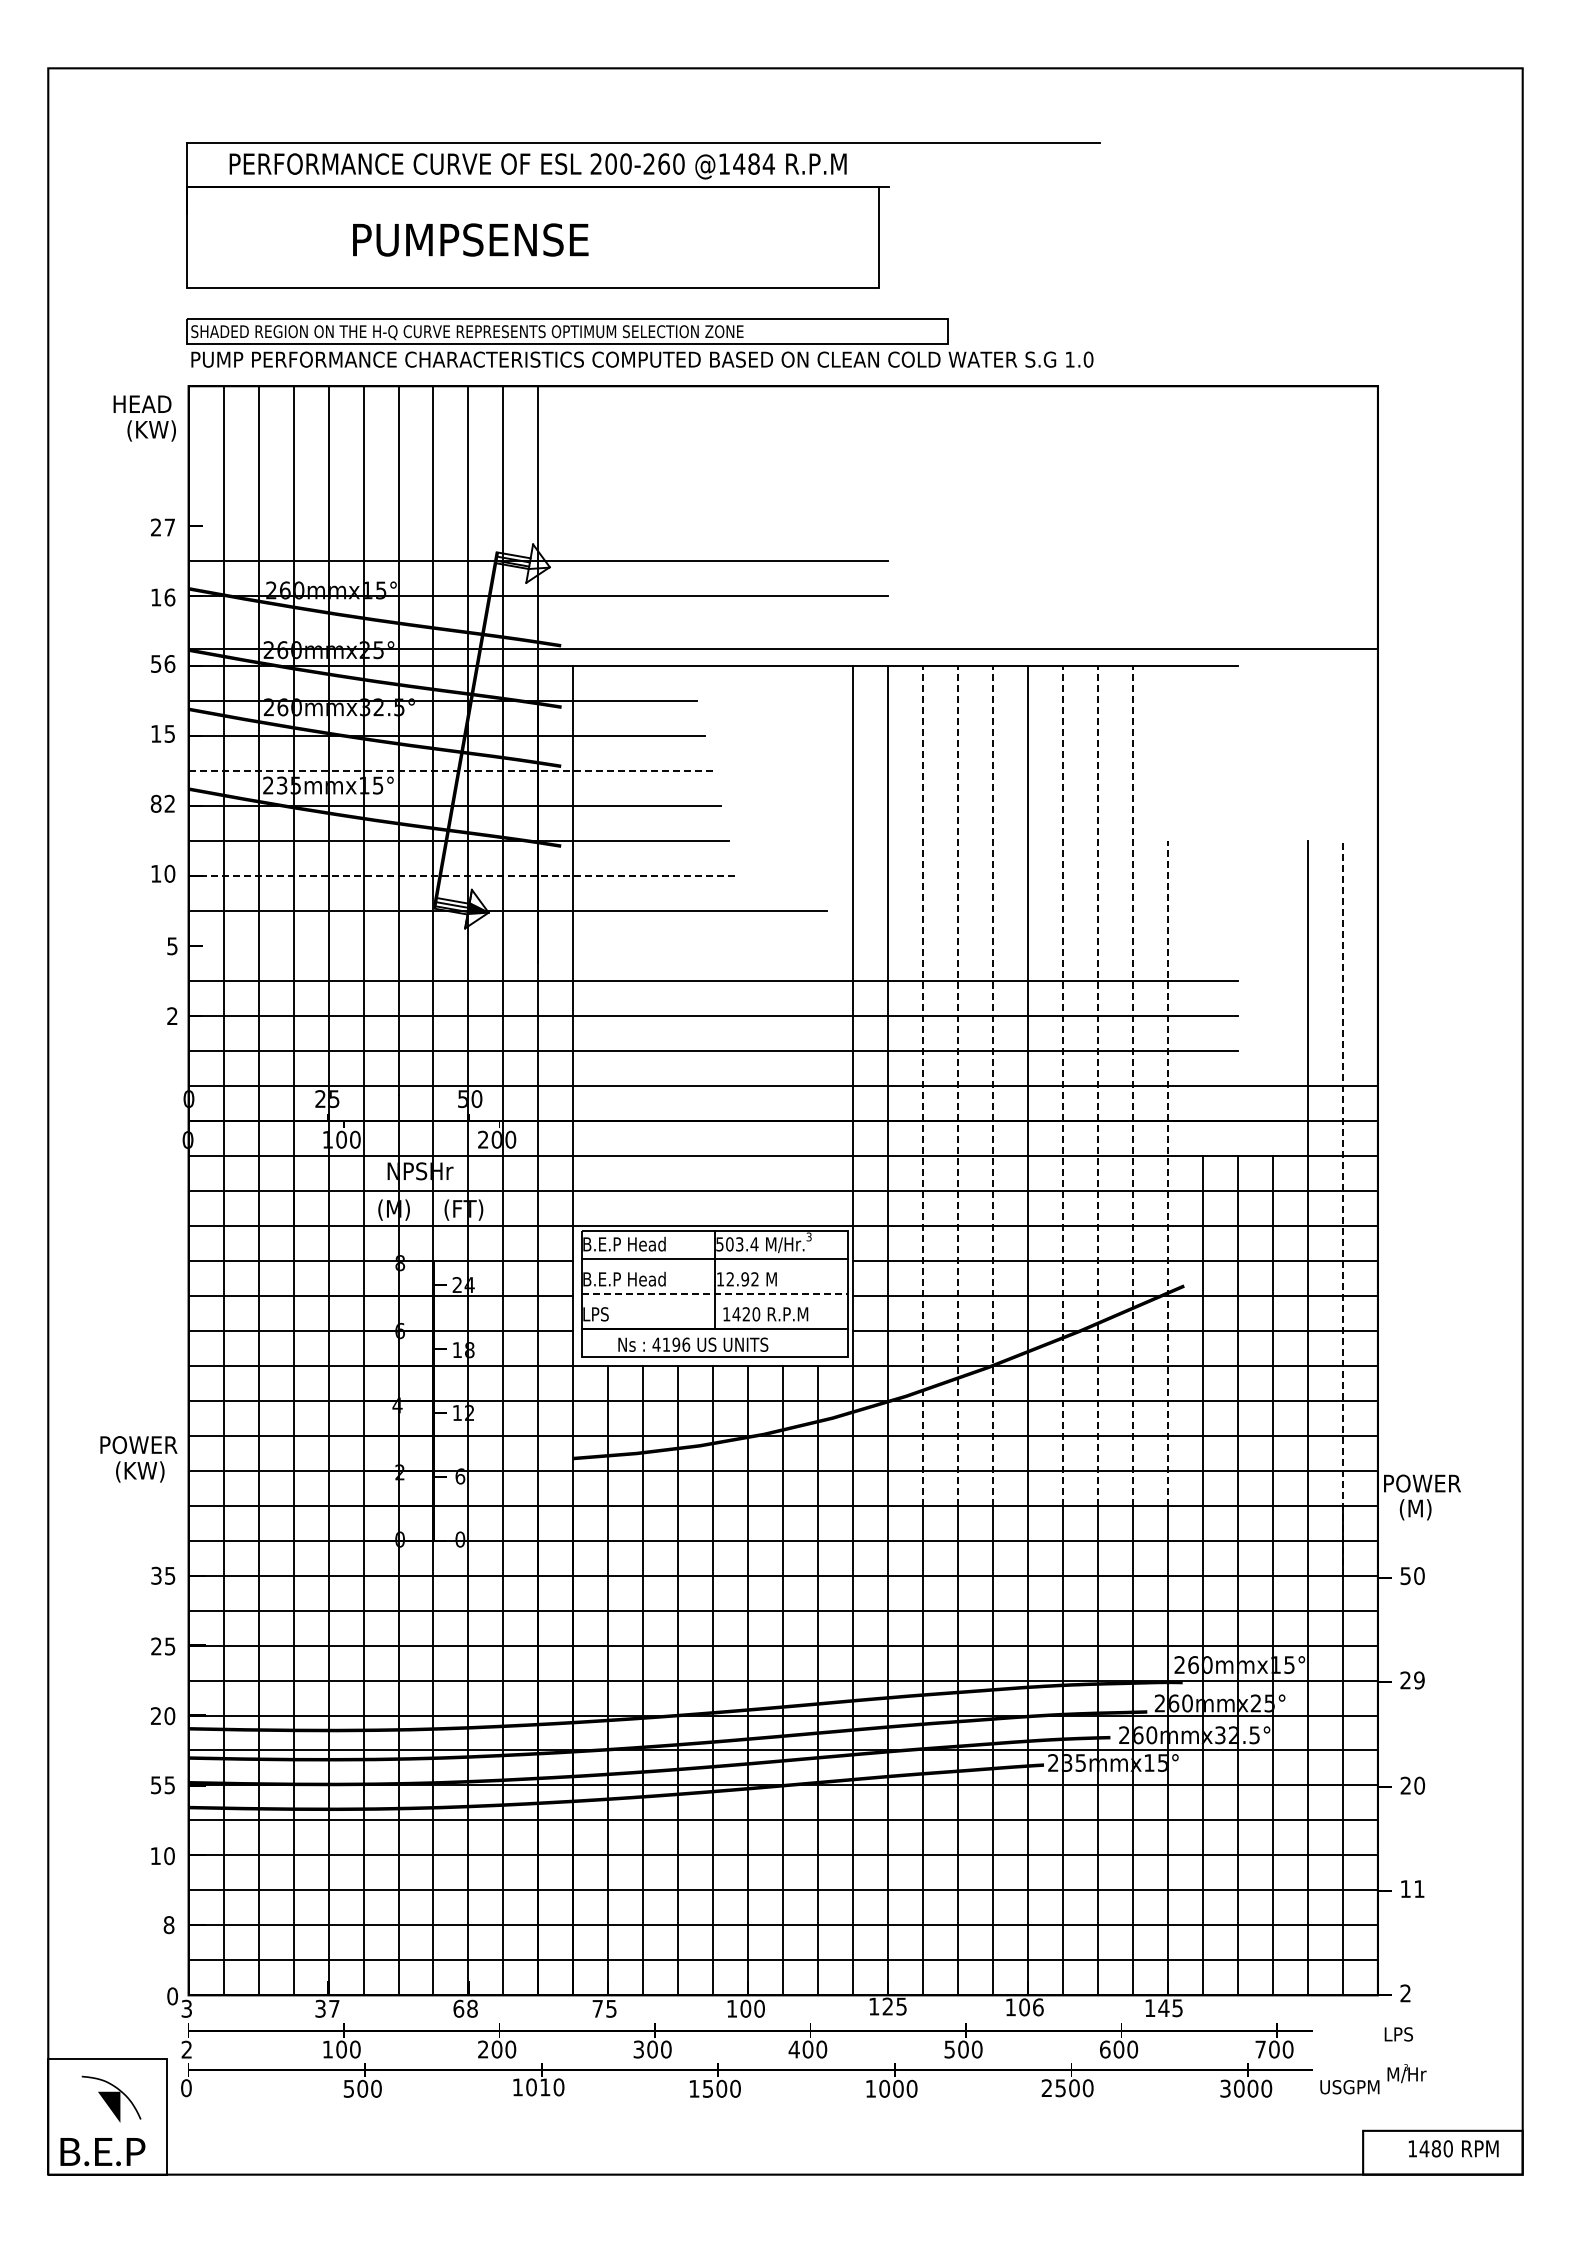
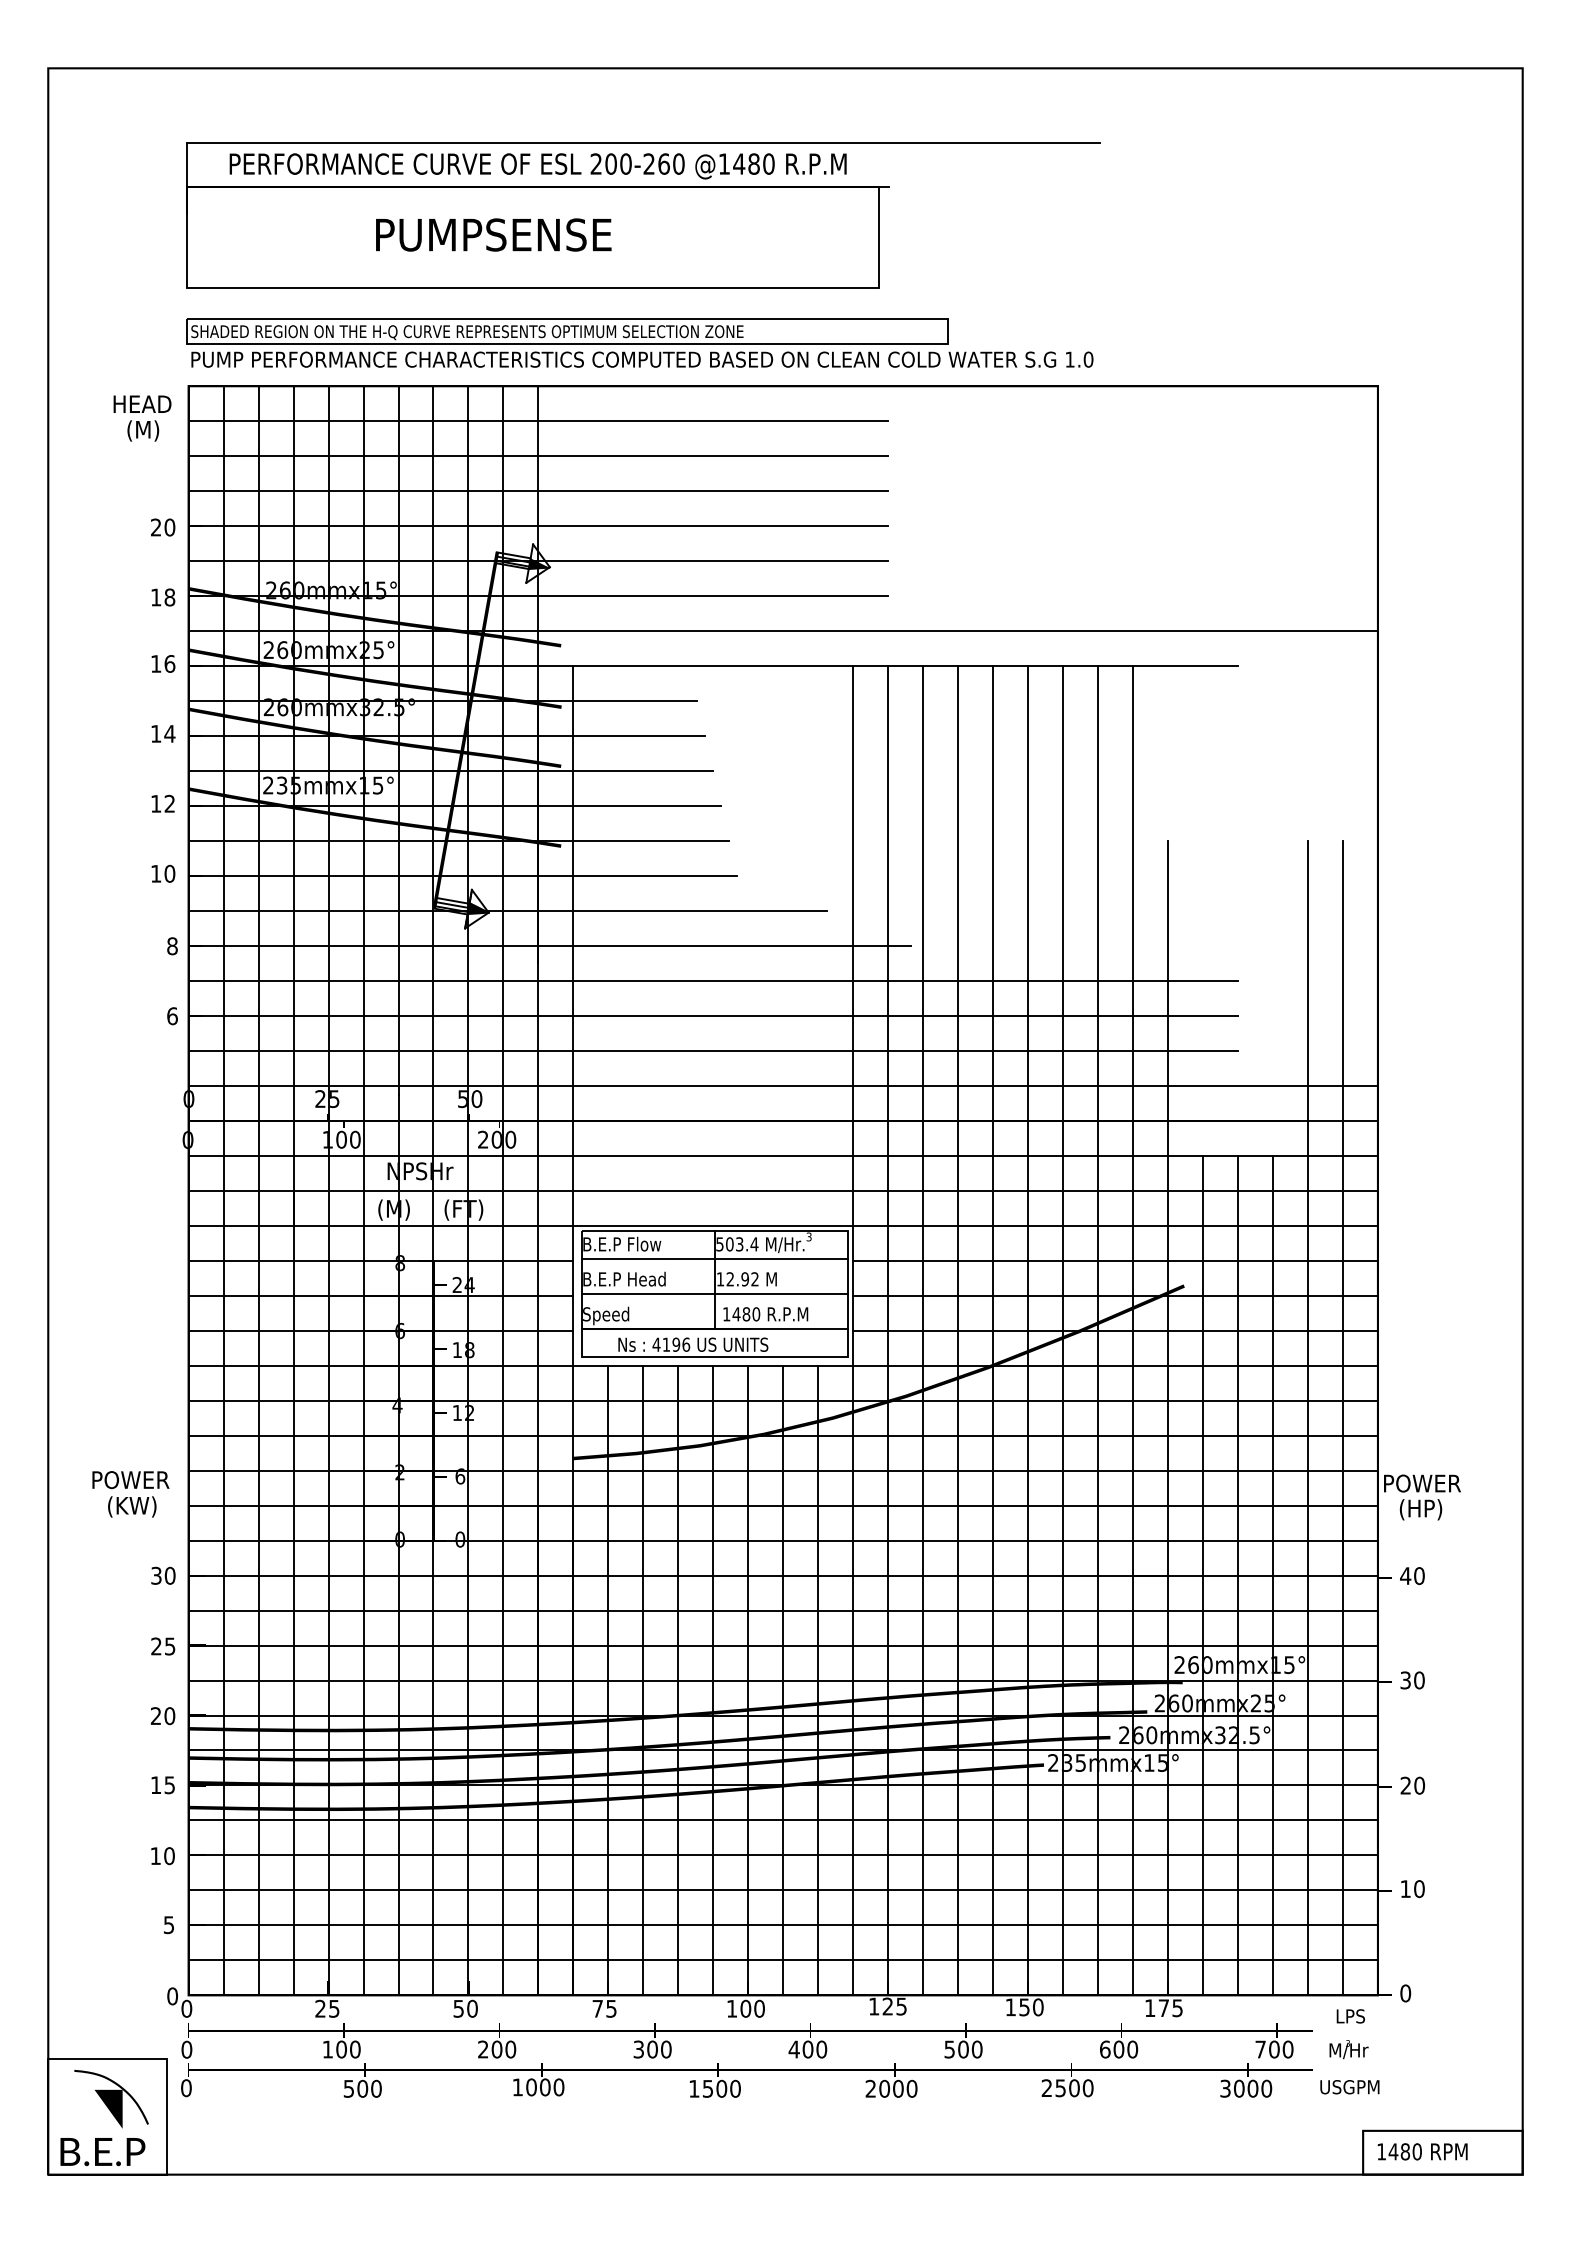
text at (768, 163): @1484 -> @1480
text at (470, 239) position: (470, 239) -> (493, 234)
line at (538, 421): none -> present
text at (156, 430): (KW) -> (M)
line at (538, 456): none -> present
line at (538, 491): none -> present
line at (538, 526): none -> present
text at (169, 527): 27 -> 20
fill at (538, 563): none -> present
text at (169, 597): 16 -> 18
line at (782, 649) position: (782, 649) -> (782, 631)
text at (156, 663): 56 -> 16
text at (169, 733): 15 -> 14
line at (451, 771): dashed -> solid
text at (155, 803): 82 -> 12
line at (463, 875): dashed -> solid
line at (549, 945): none -> present
text at (172, 946): 5 -> 8
text at (172, 1016): 2 -> 6
line at (923, 1085): dashed -> solid
line at (958, 1085): dashed -> solid
line at (993, 1085): dashed -> solid
line at (1063, 1085): dashed -> solid
line at (1098, 1085): dashed -> solid
line at (1133, 1085): dashed -> solid
line at (1168, 1172): dashed -> solid
line at (1342, 1207): dashed -> solid
text at (647, 1243): B.E.P Head -> B.E.P Flow
line at (714, 1293): dashed -> solid
text at (746, 1314): 1420 -> 1480
text at (606, 1315): LPS -> Speed
text at (138, 1459) position: (138, 1459) -> (130, 1494)
text at (1426, 1509): (M) -> (HP)
text at (169, 1575): 35 -> 30
text at (1405, 1576): 50 -> 40
text at (1412, 1680): 29 -> 30
text at (156, 1785): 55 -> 15
text at (1419, 1889): 11 -> 10
text at (168, 1925): 8 -> 5
text at (1405, 1993): 2 -> 0
text at (1031, 2007): 106 -> 150
text at (1163, 2007): 145 -> 175
text at (186, 2008): 3 -> 0
text at (327, 2008): 37 -> 25
text at (465, 2008): 68 -> 50
text at (1398, 2034) position: (1398, 2034) -> (1350, 2016)
text at (186, 2049): 2 -> 0
text at (1406, 2073) position: (1406, 2073) -> (1348, 2049)
text at (545, 2087): 1010 -> 1000
text at (870, 2088): 1000 -> 2000
part at (111, 2098) size: 61x48 px -> 75x59 px
text at (1453, 2148) position: (1453, 2148) -> (1422, 2151)
